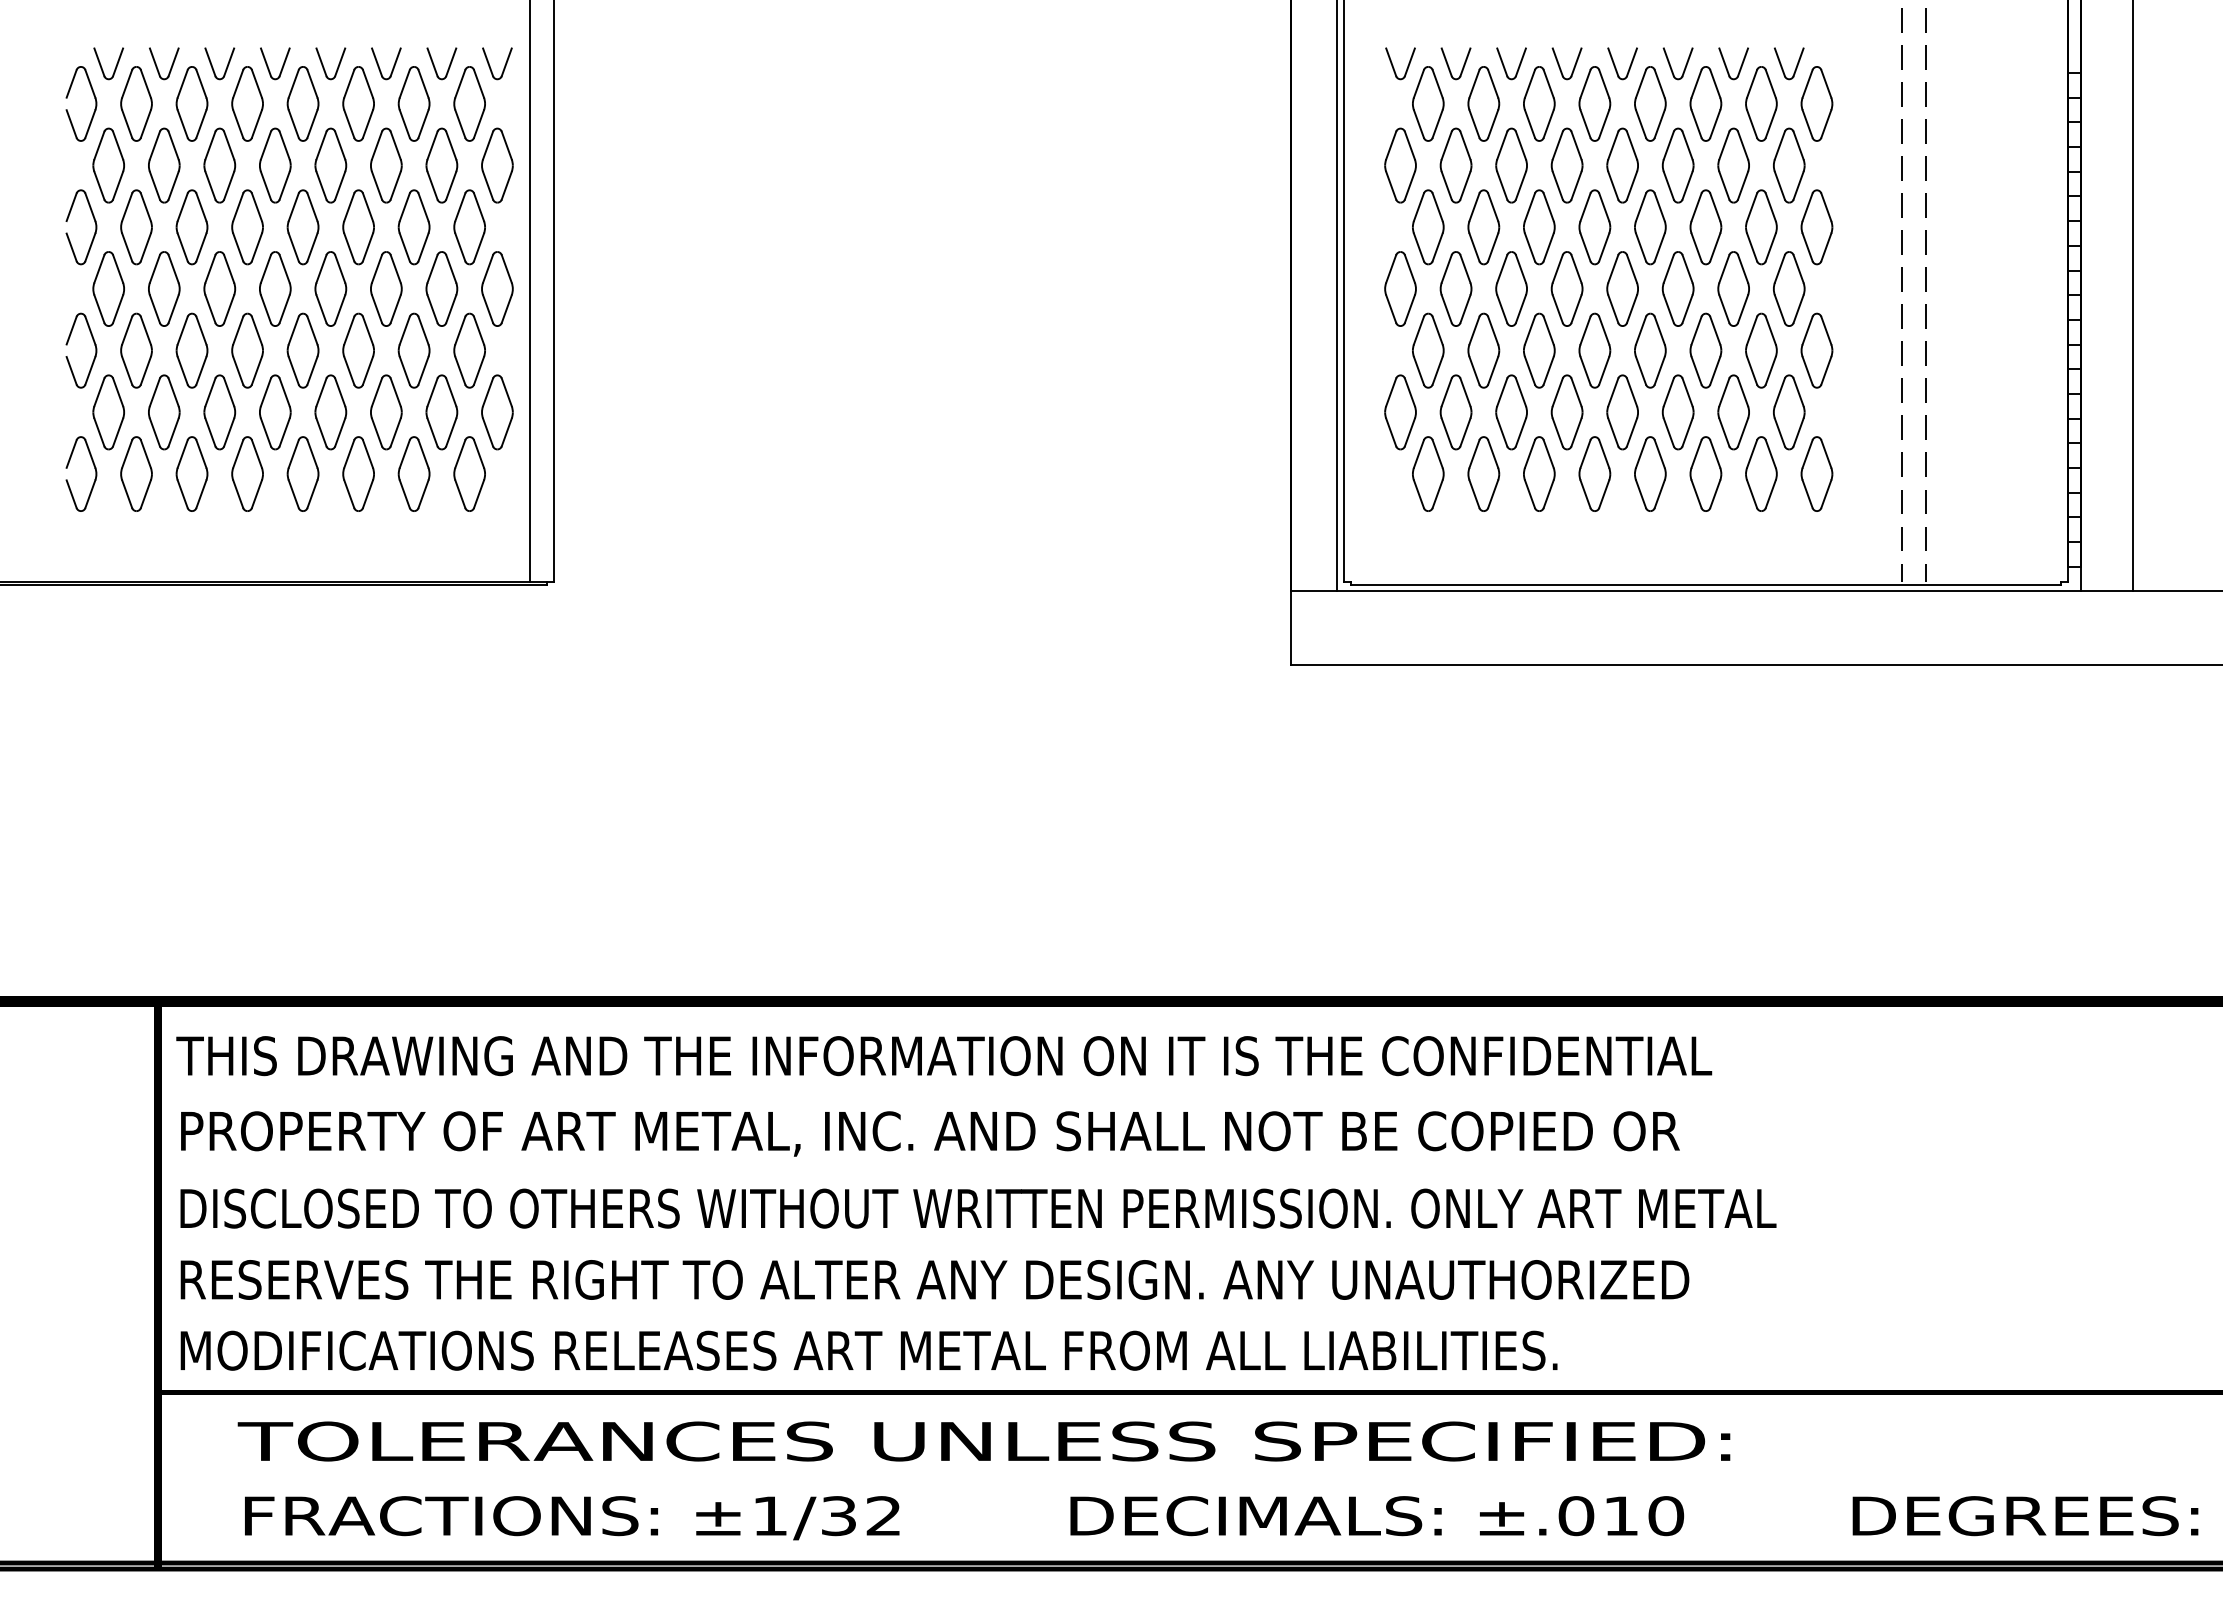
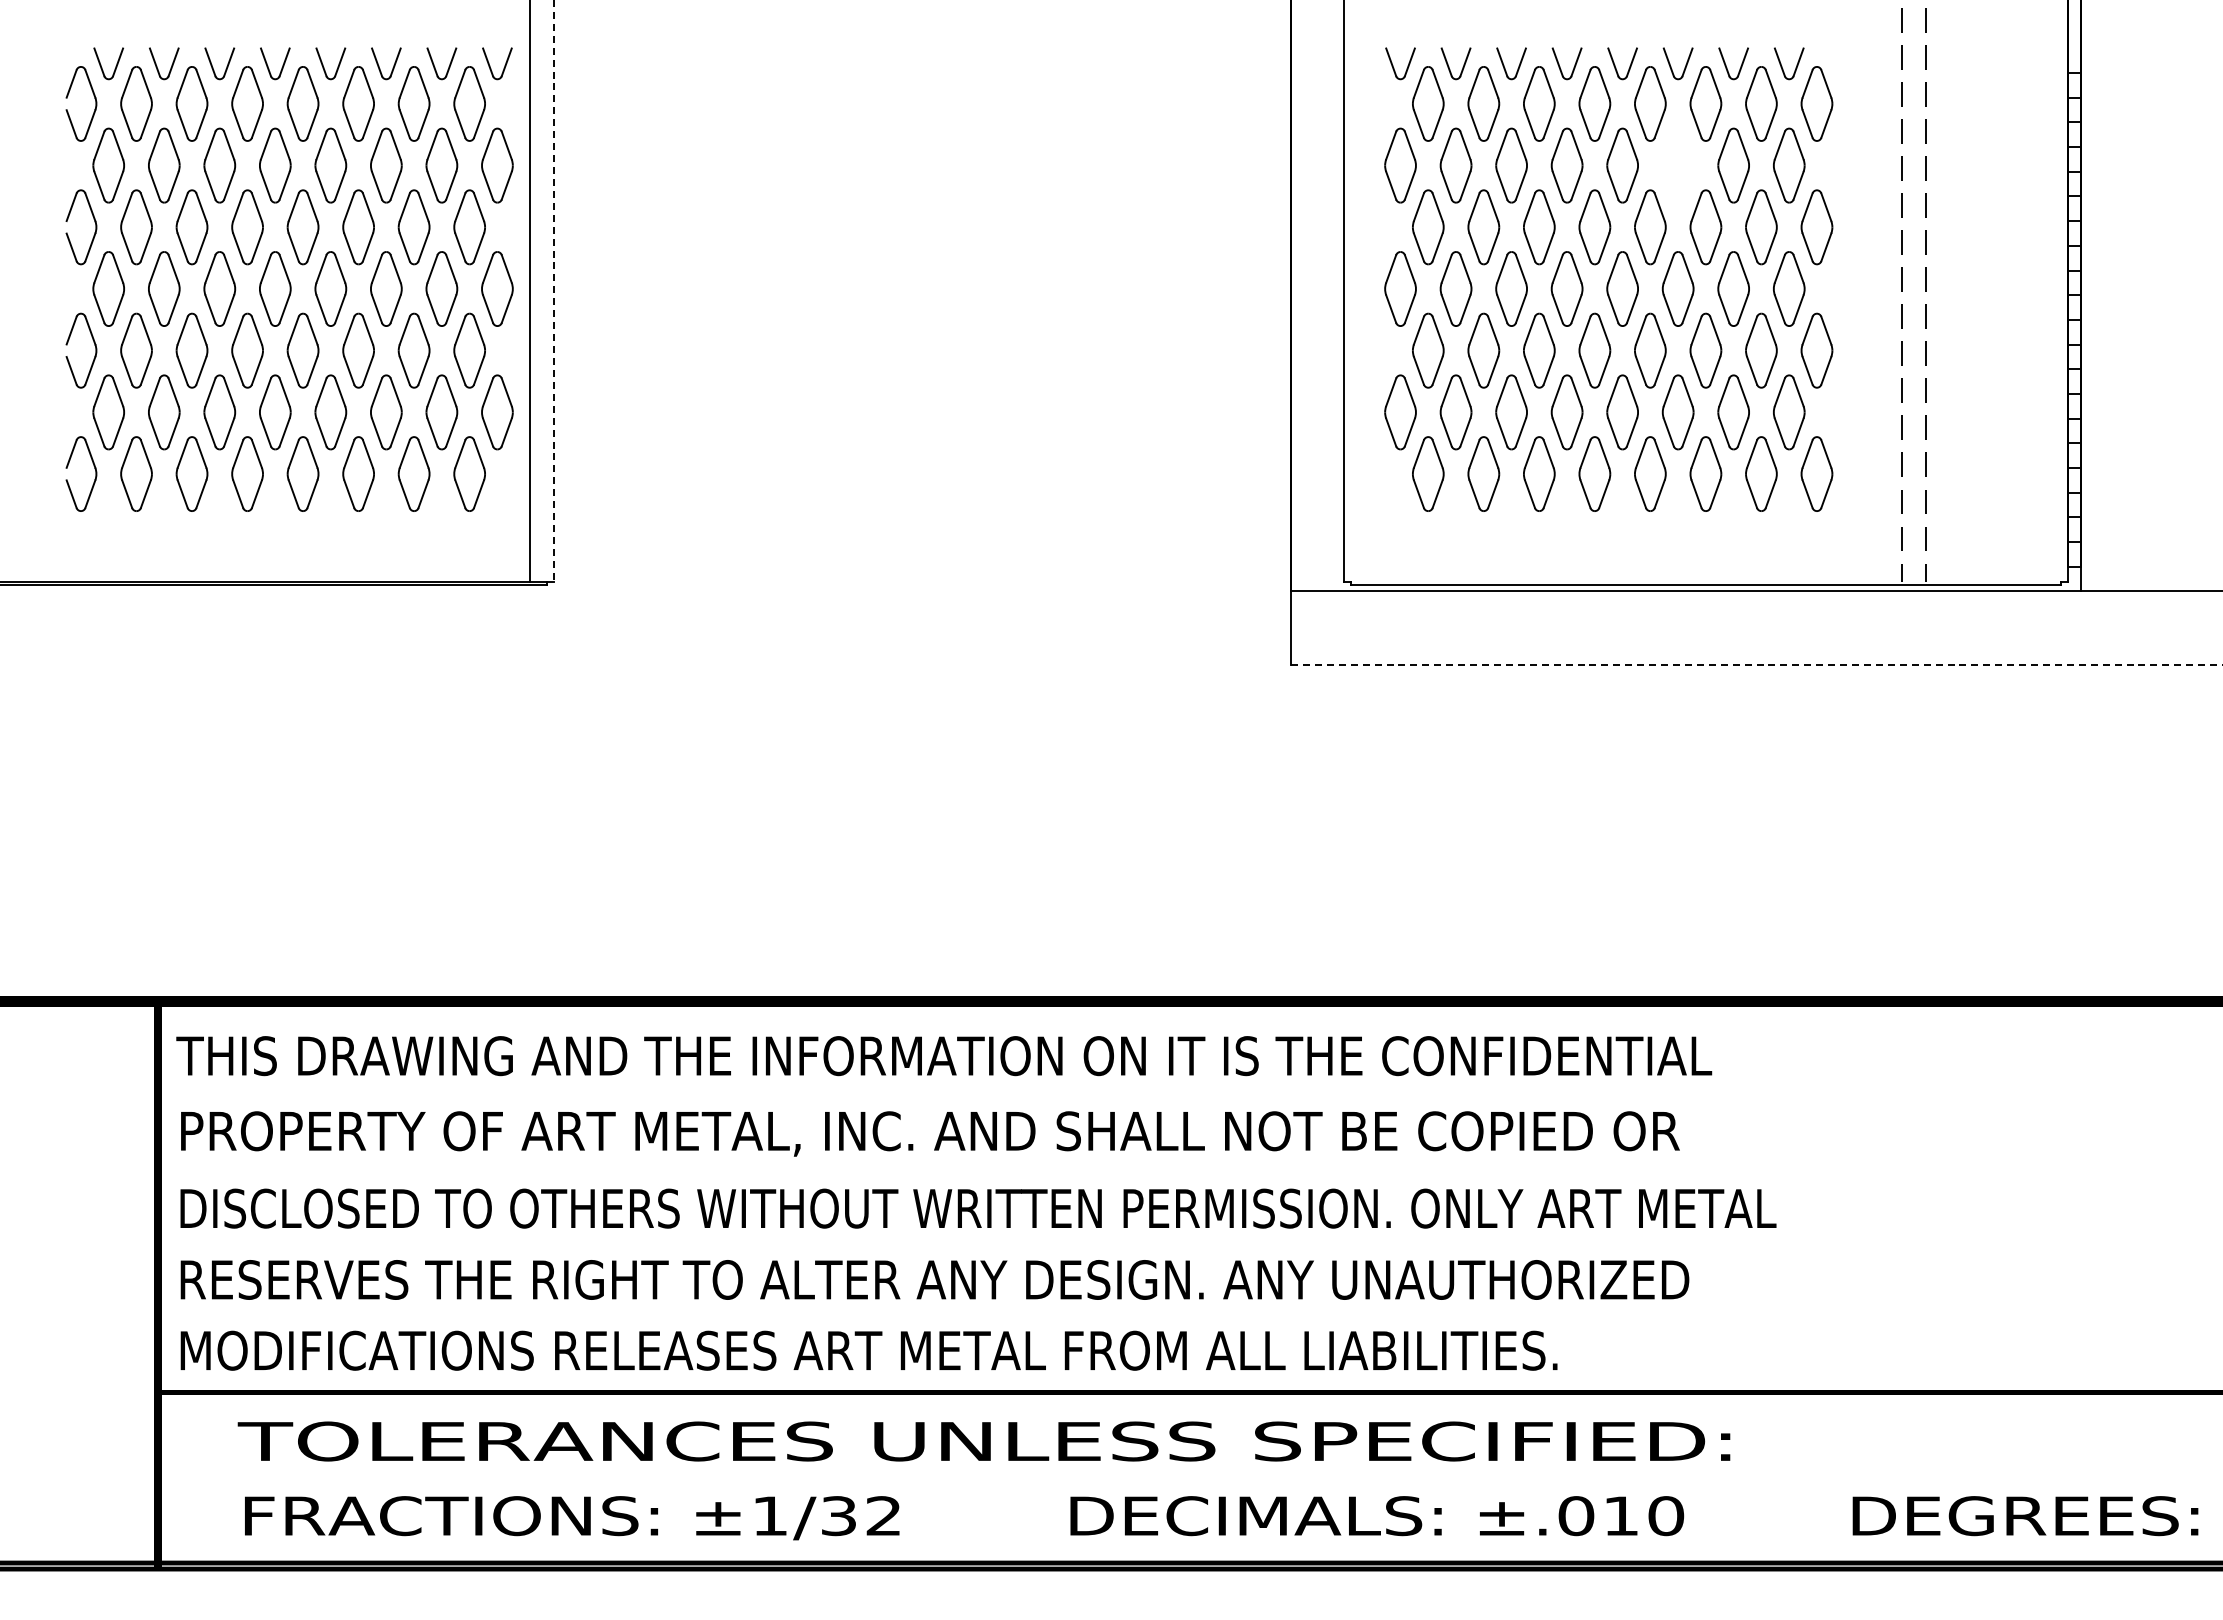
part at (1677, 165): present -> none
line at (554, 291): solid -> dashed
line at (1337, 296): present -> none
line at (2133, 296): present -> none
line at (1757, 665): solid -> dashed
